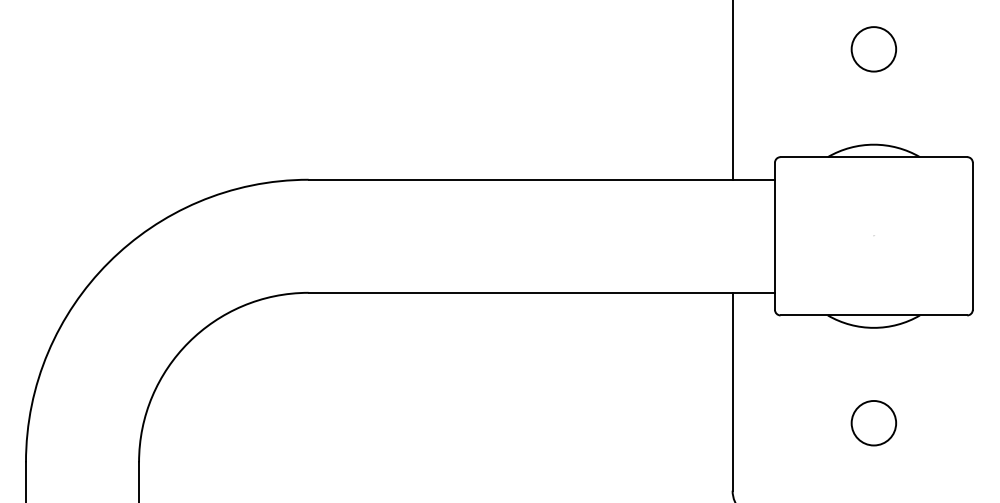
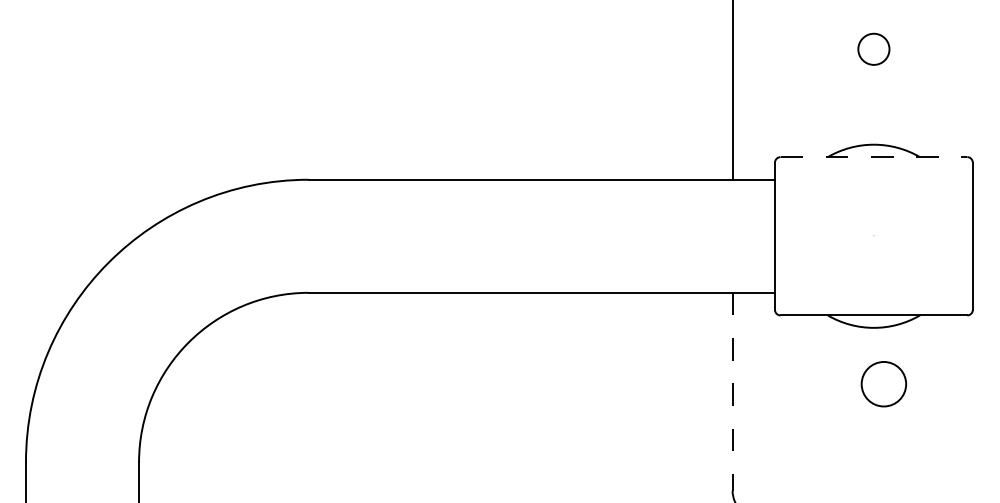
circle at (873, 49) diameter: 44 px -> 31 px
line at (874, 157): solid -> dashed
line at (732, 391): solid -> dashed
circle at (873, 423) position: (873, 423) -> (883, 384)
